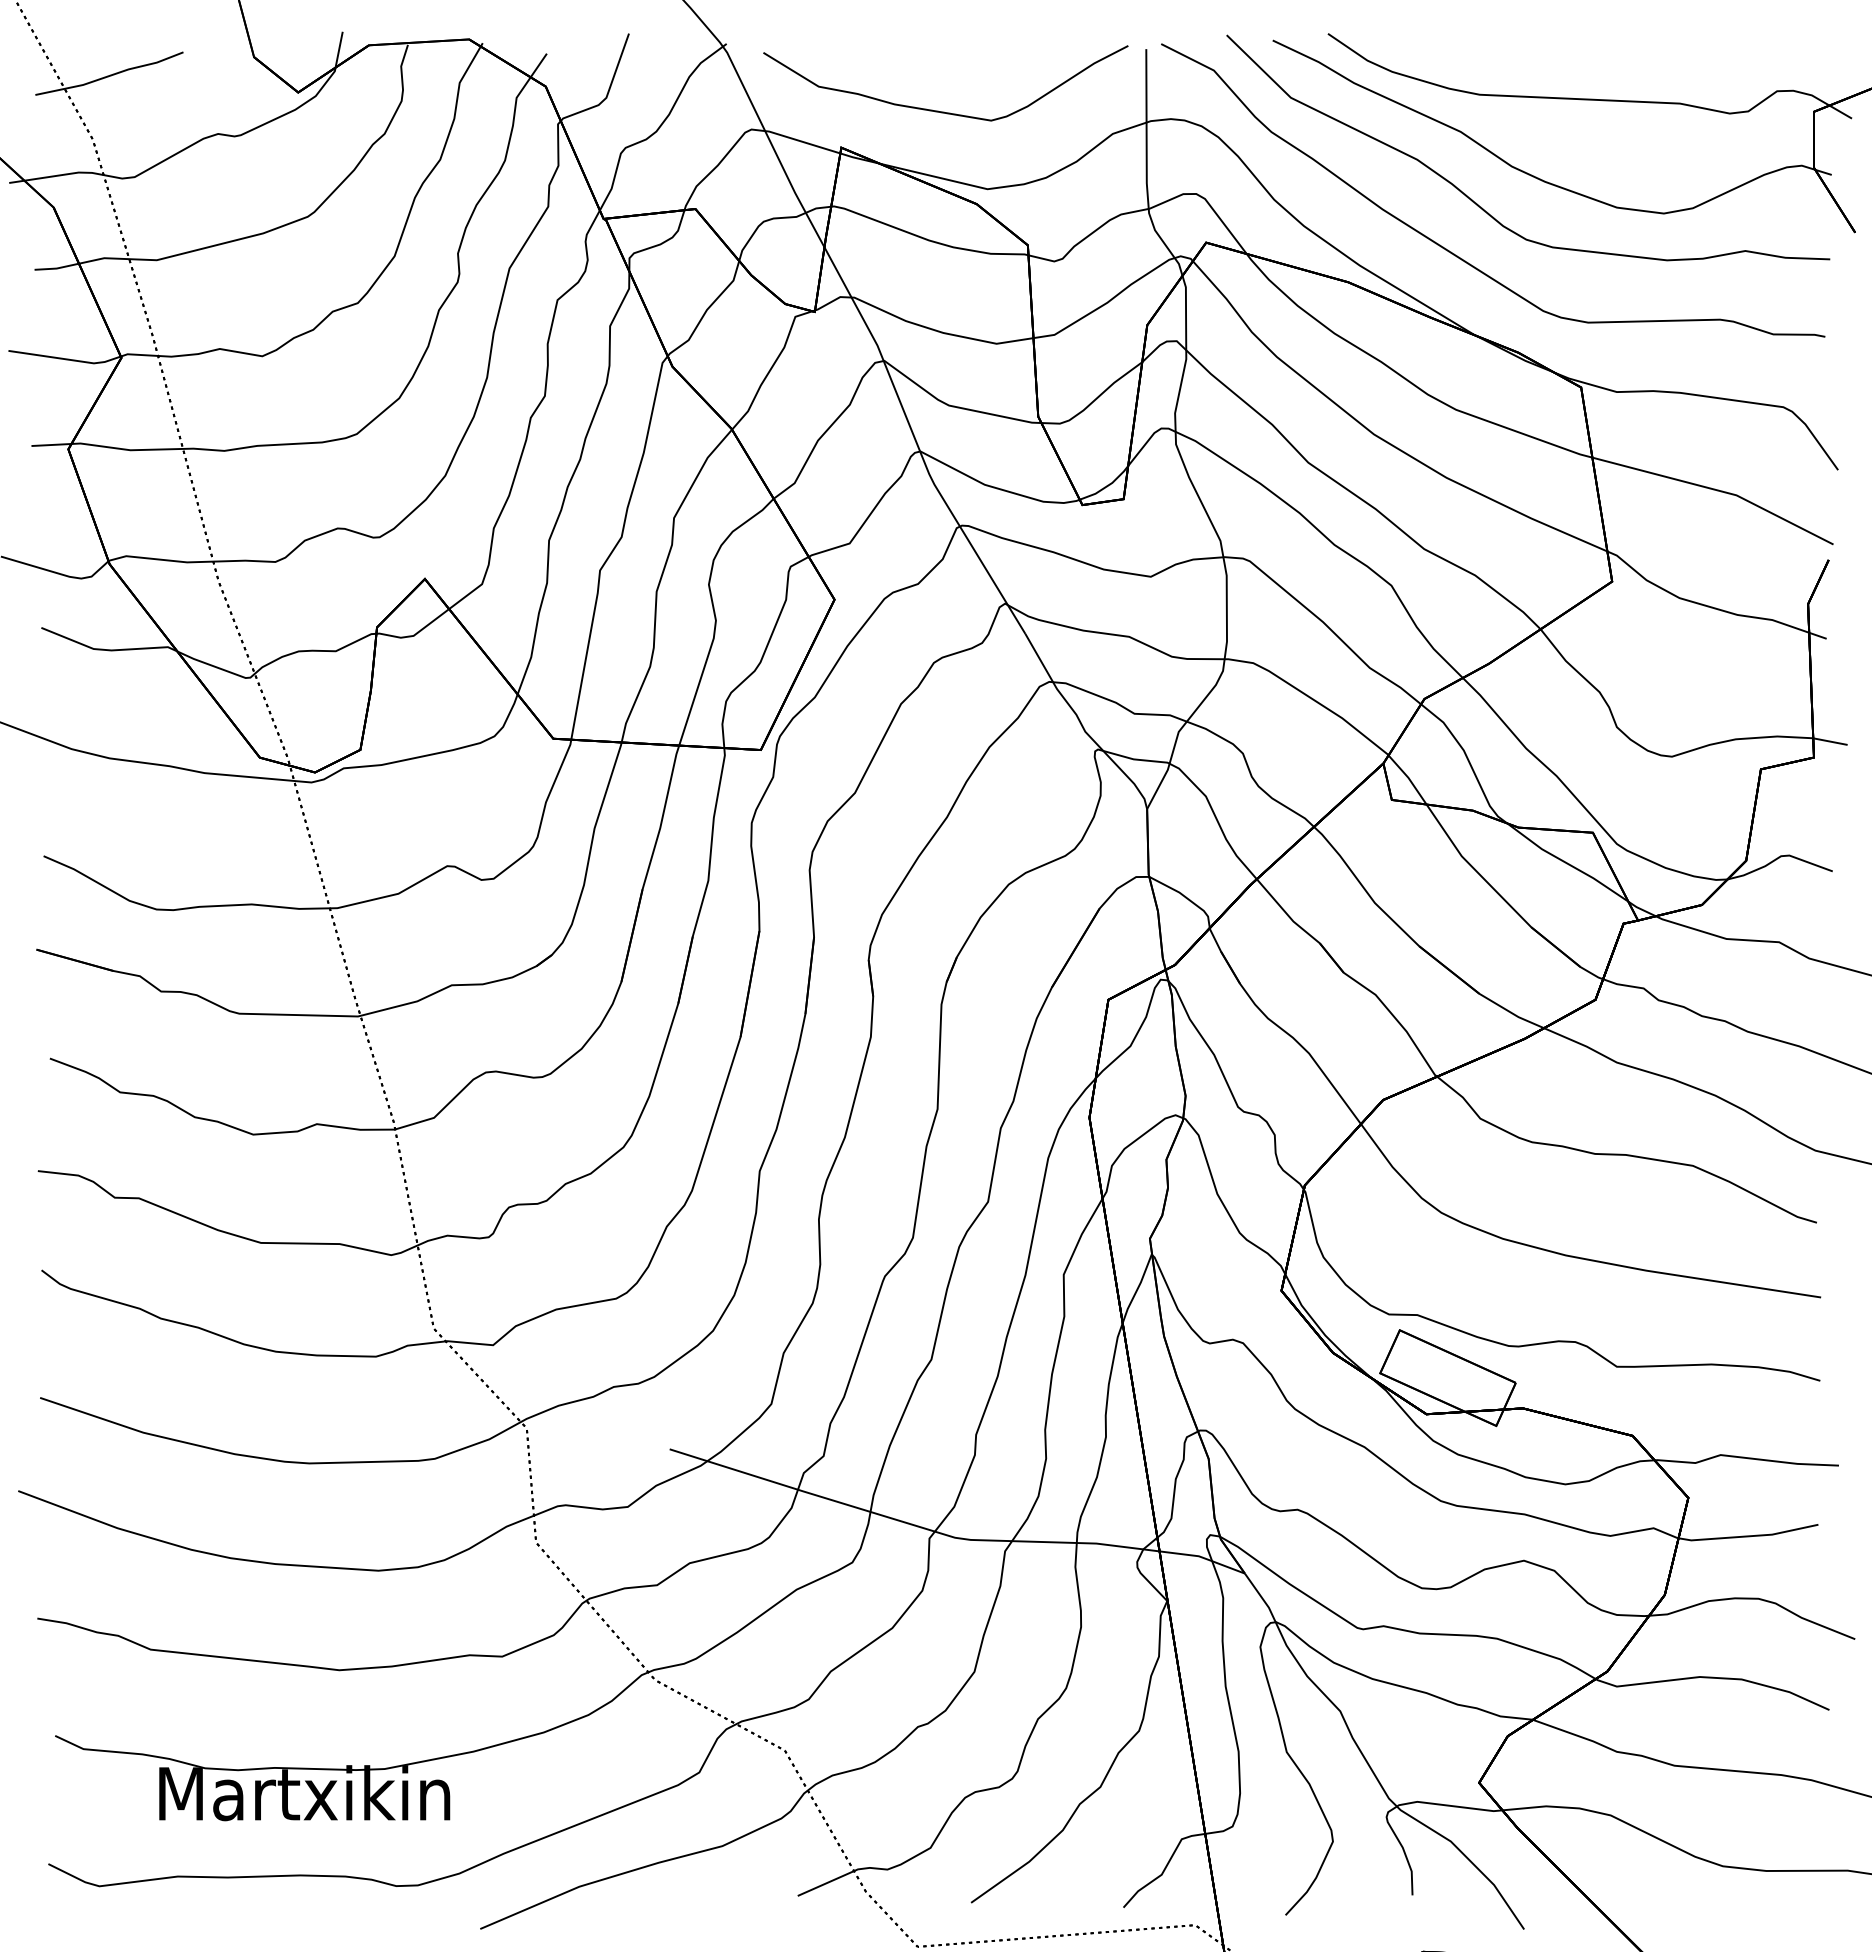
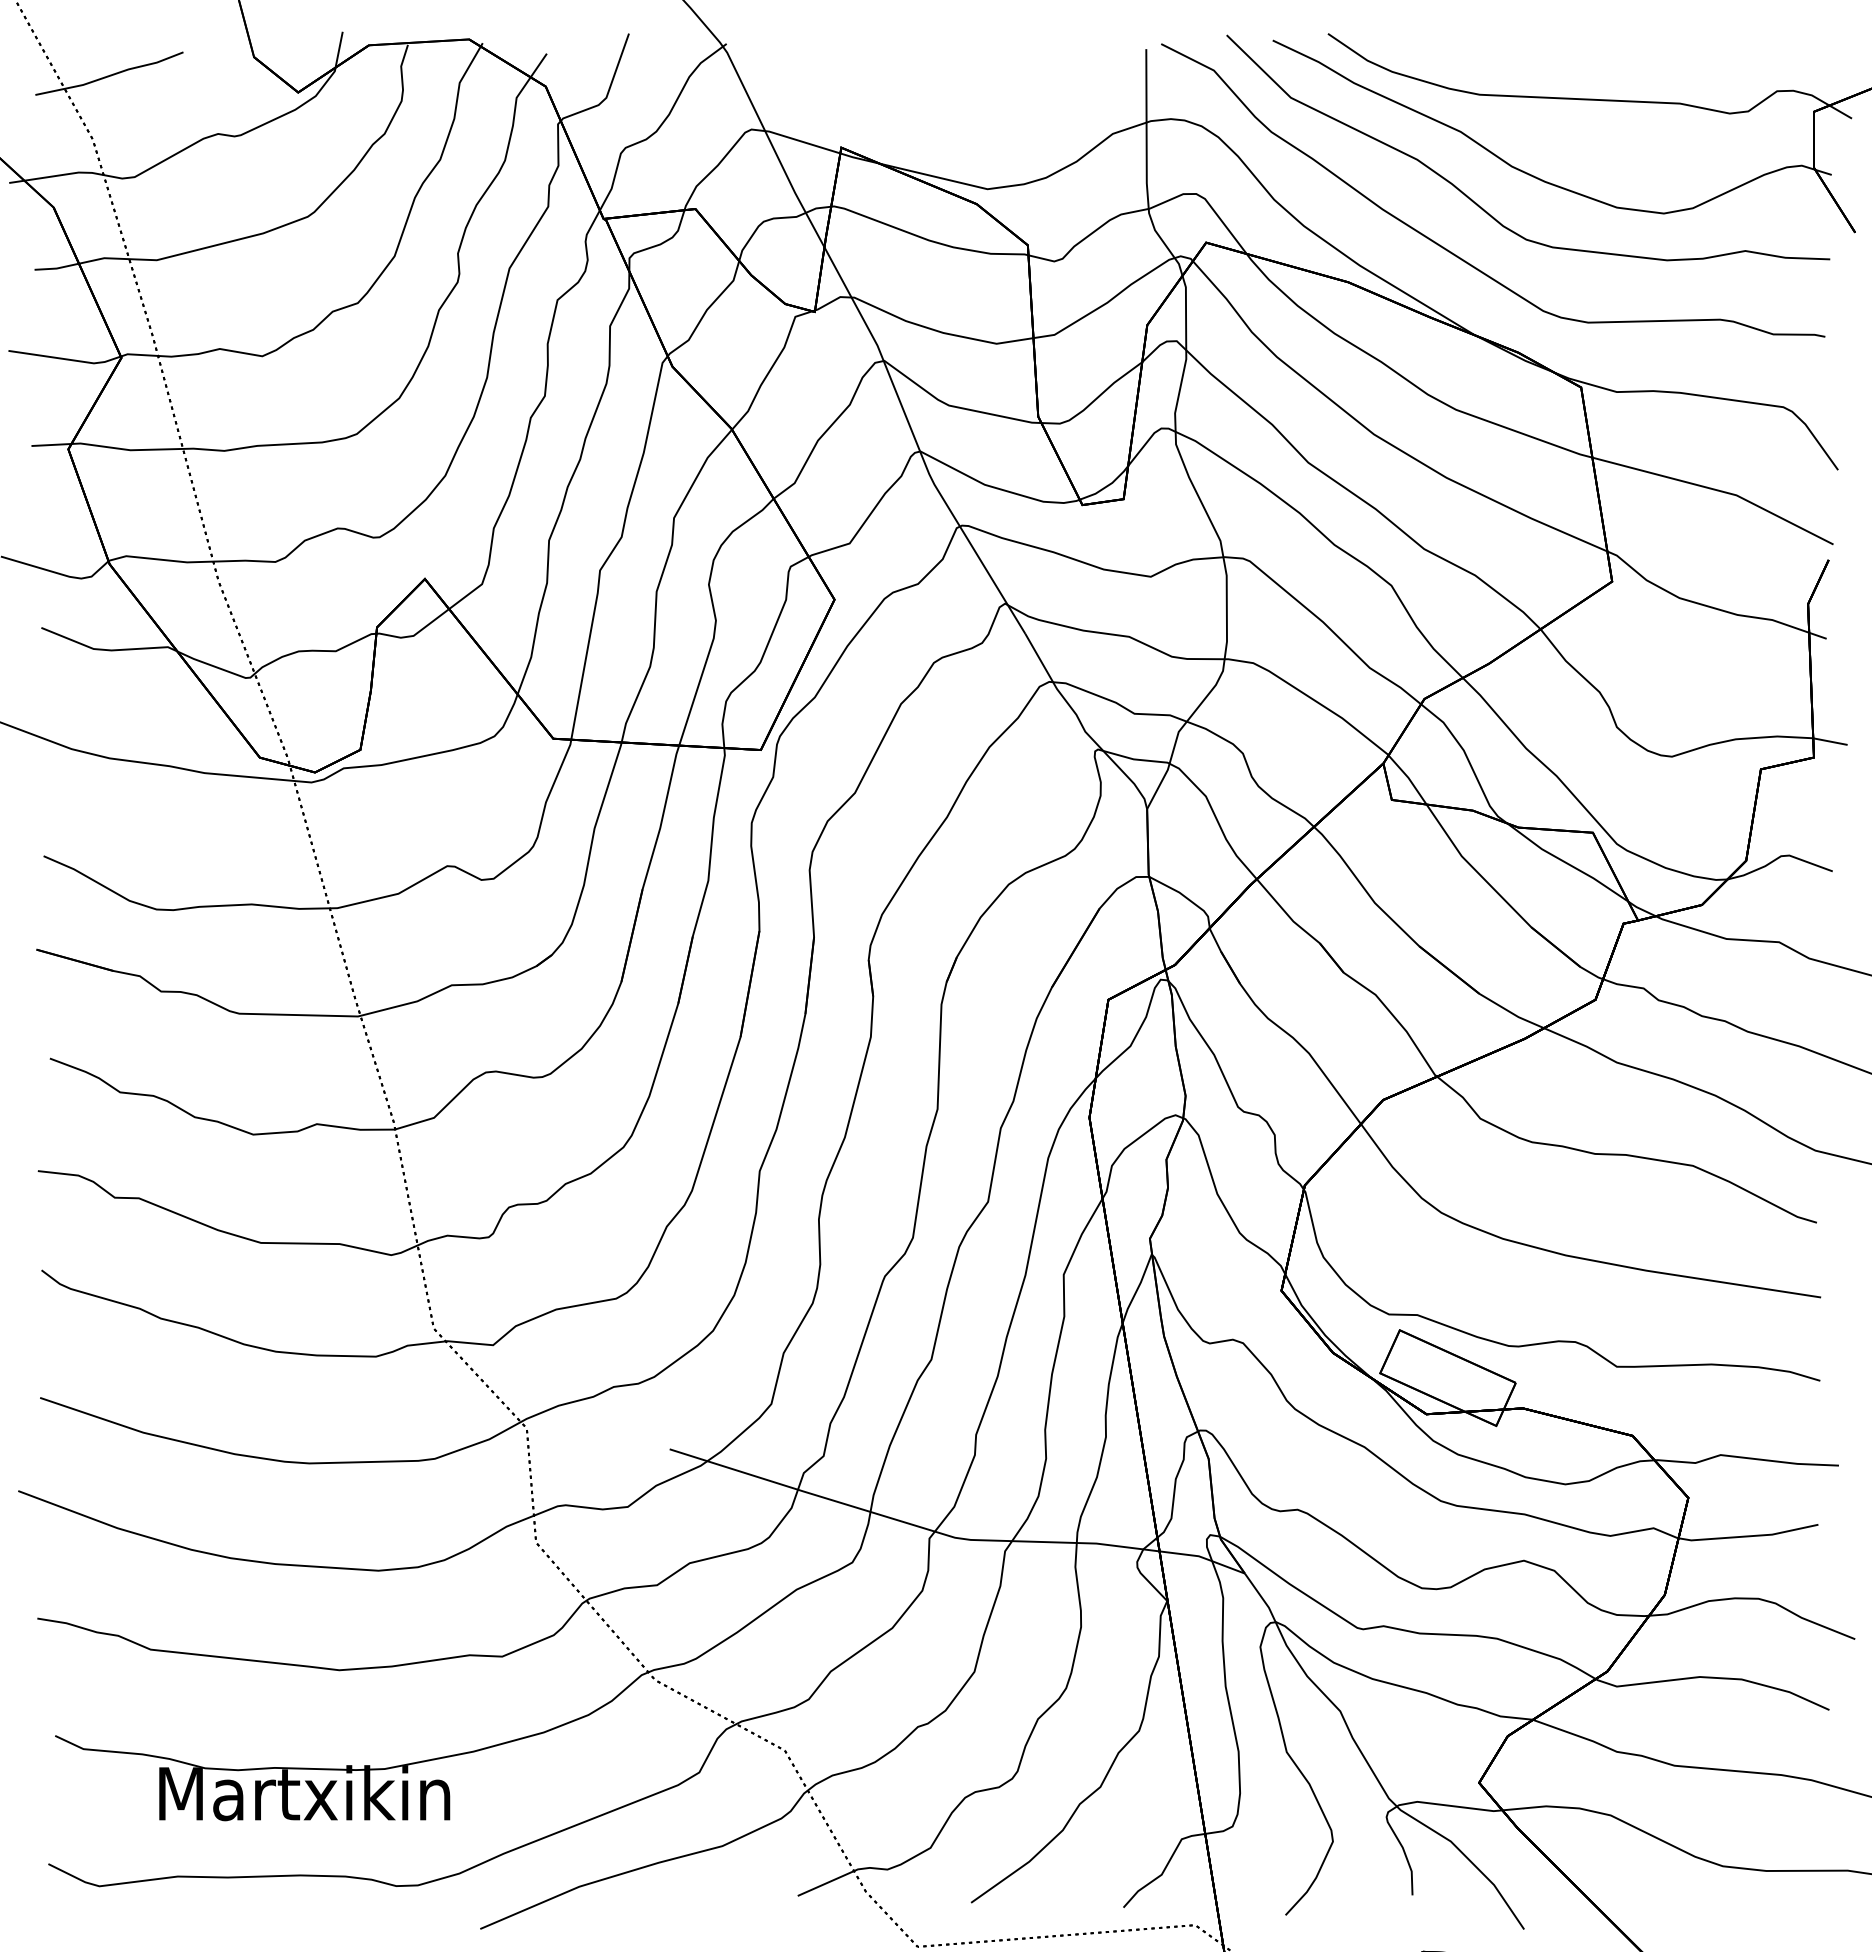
curve at (938, 110): present -> none
